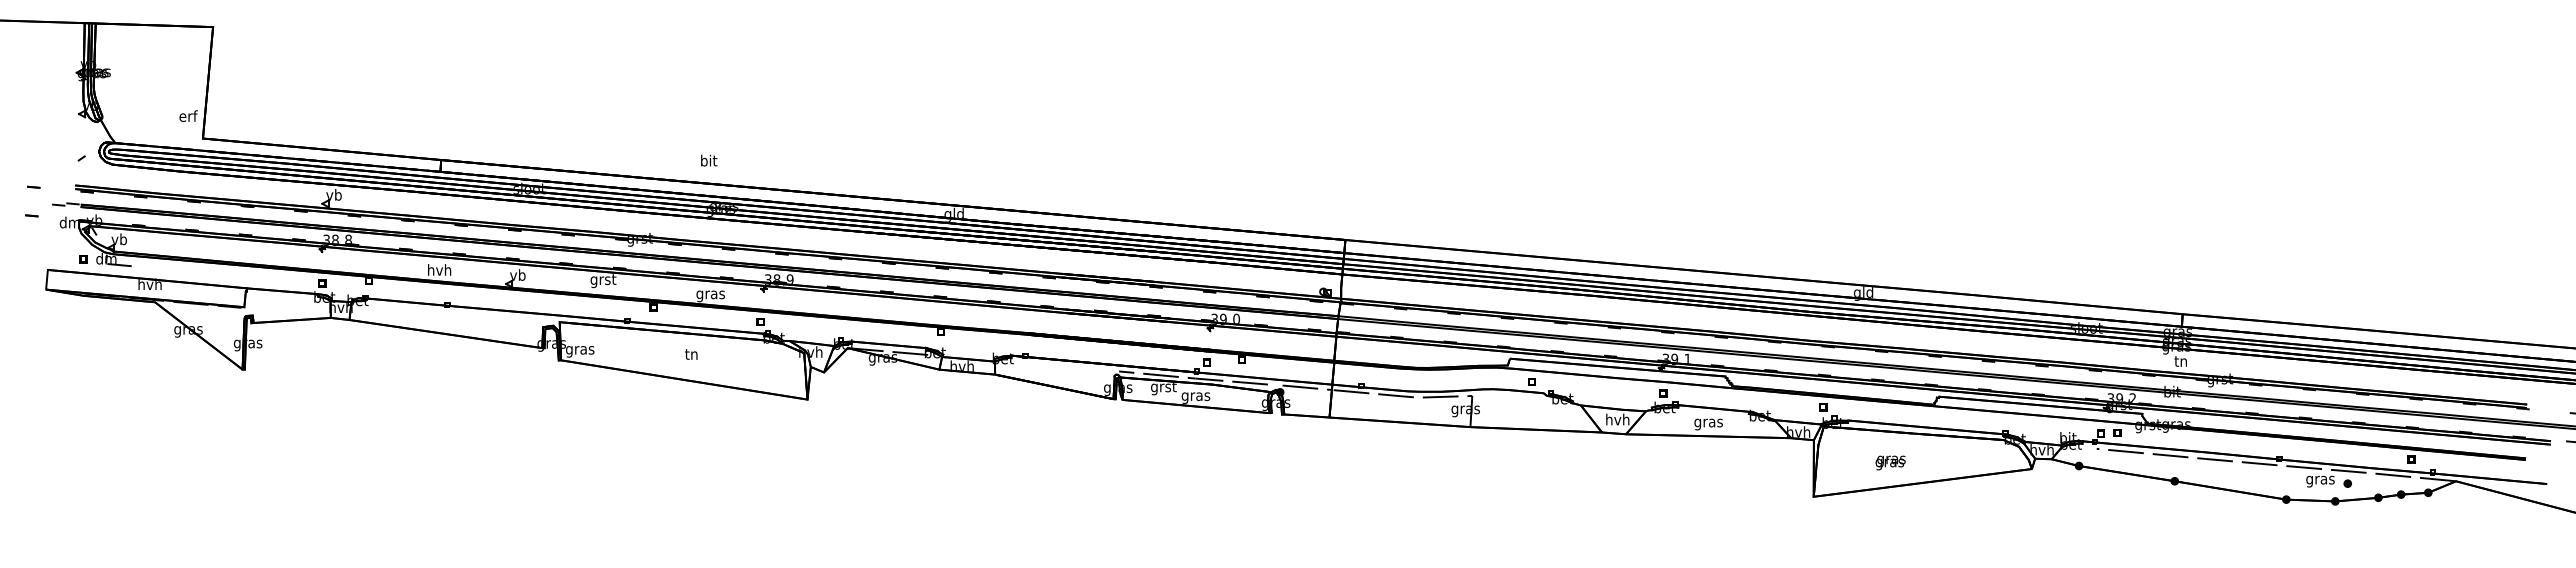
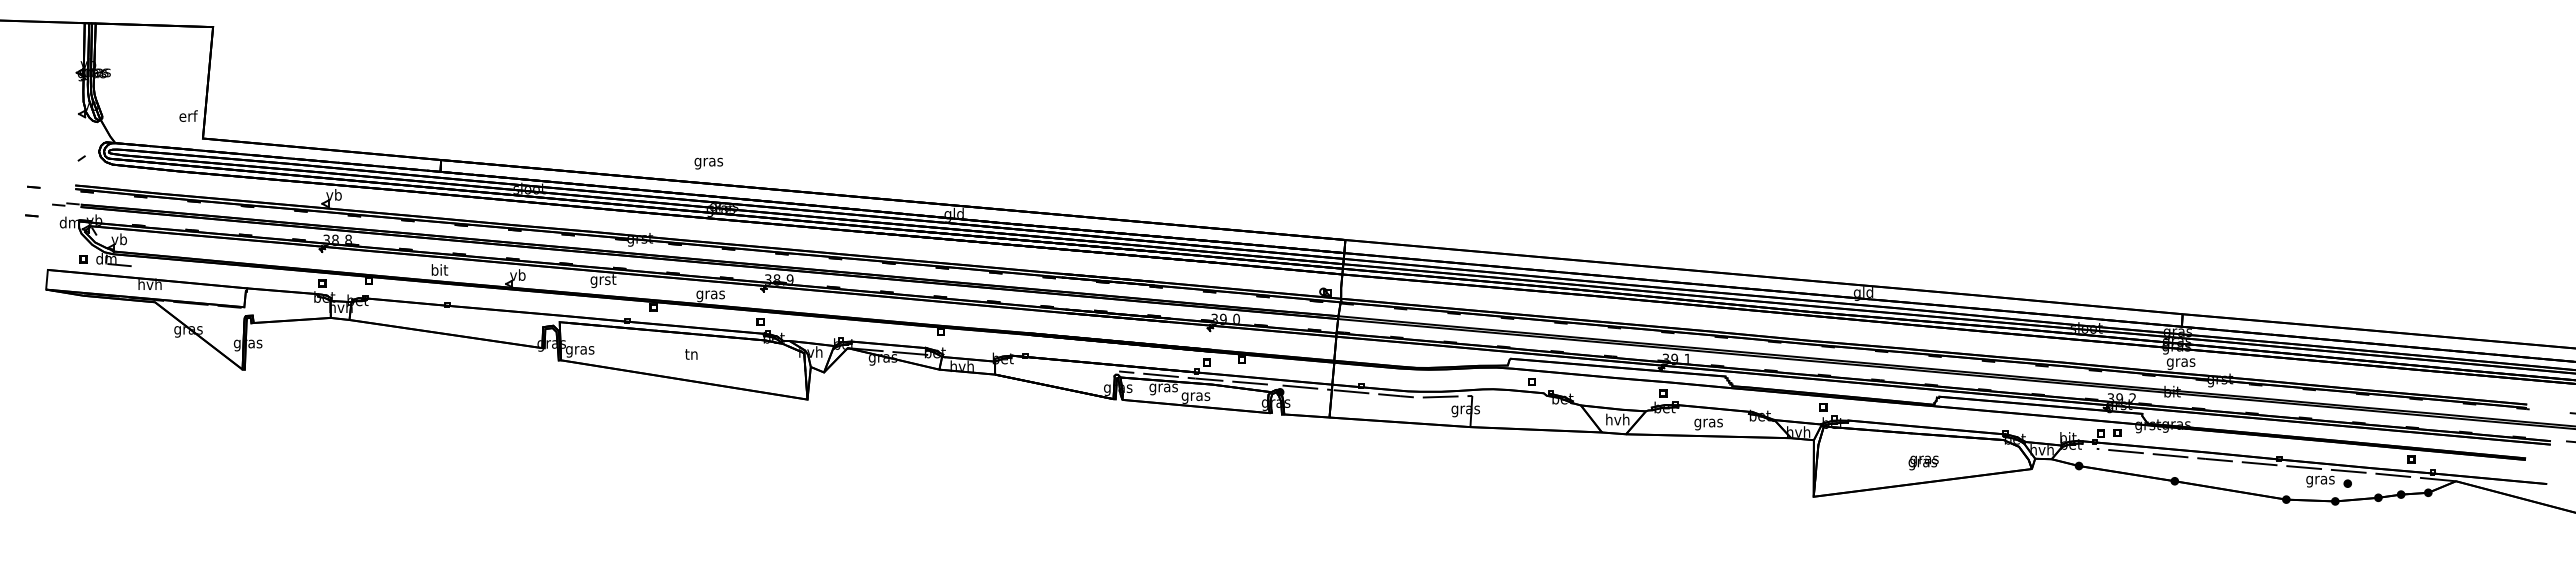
text at (708, 161): bit -> gras
text at (439, 269): hvh -> bit
text at (2180, 362): tn -> gras
text at (1163, 389): grst -> gras
text at (1890, 462) position: (1890, 462) -> (1923, 462)
